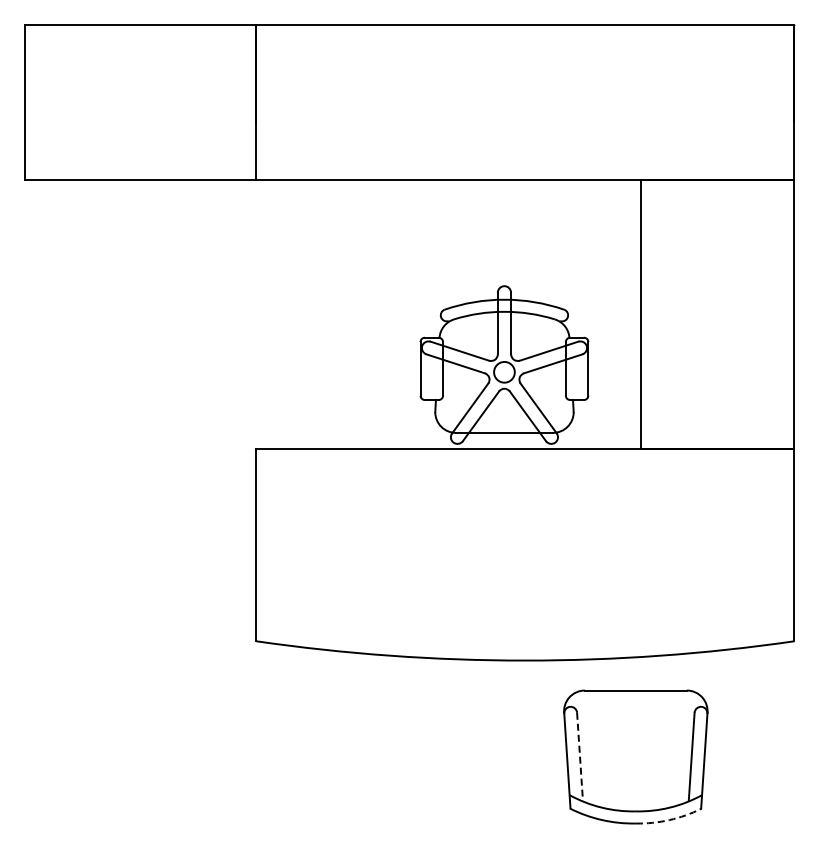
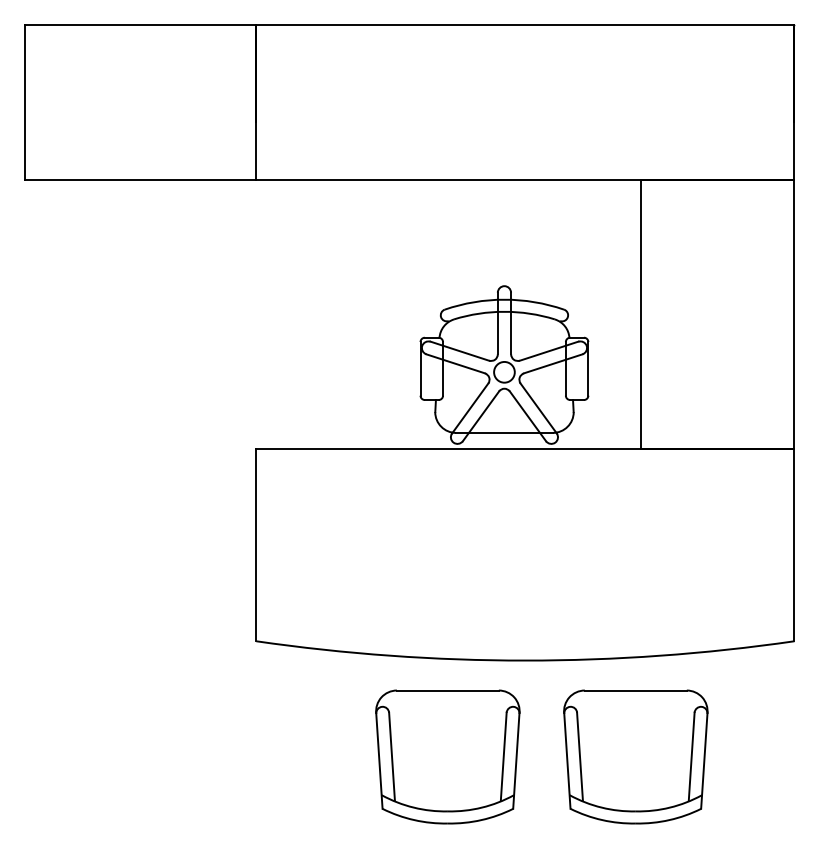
part at (447, 756): none -> present
line at (580, 757): dashed -> solid
arc at (669, 820): dashed -> solid
